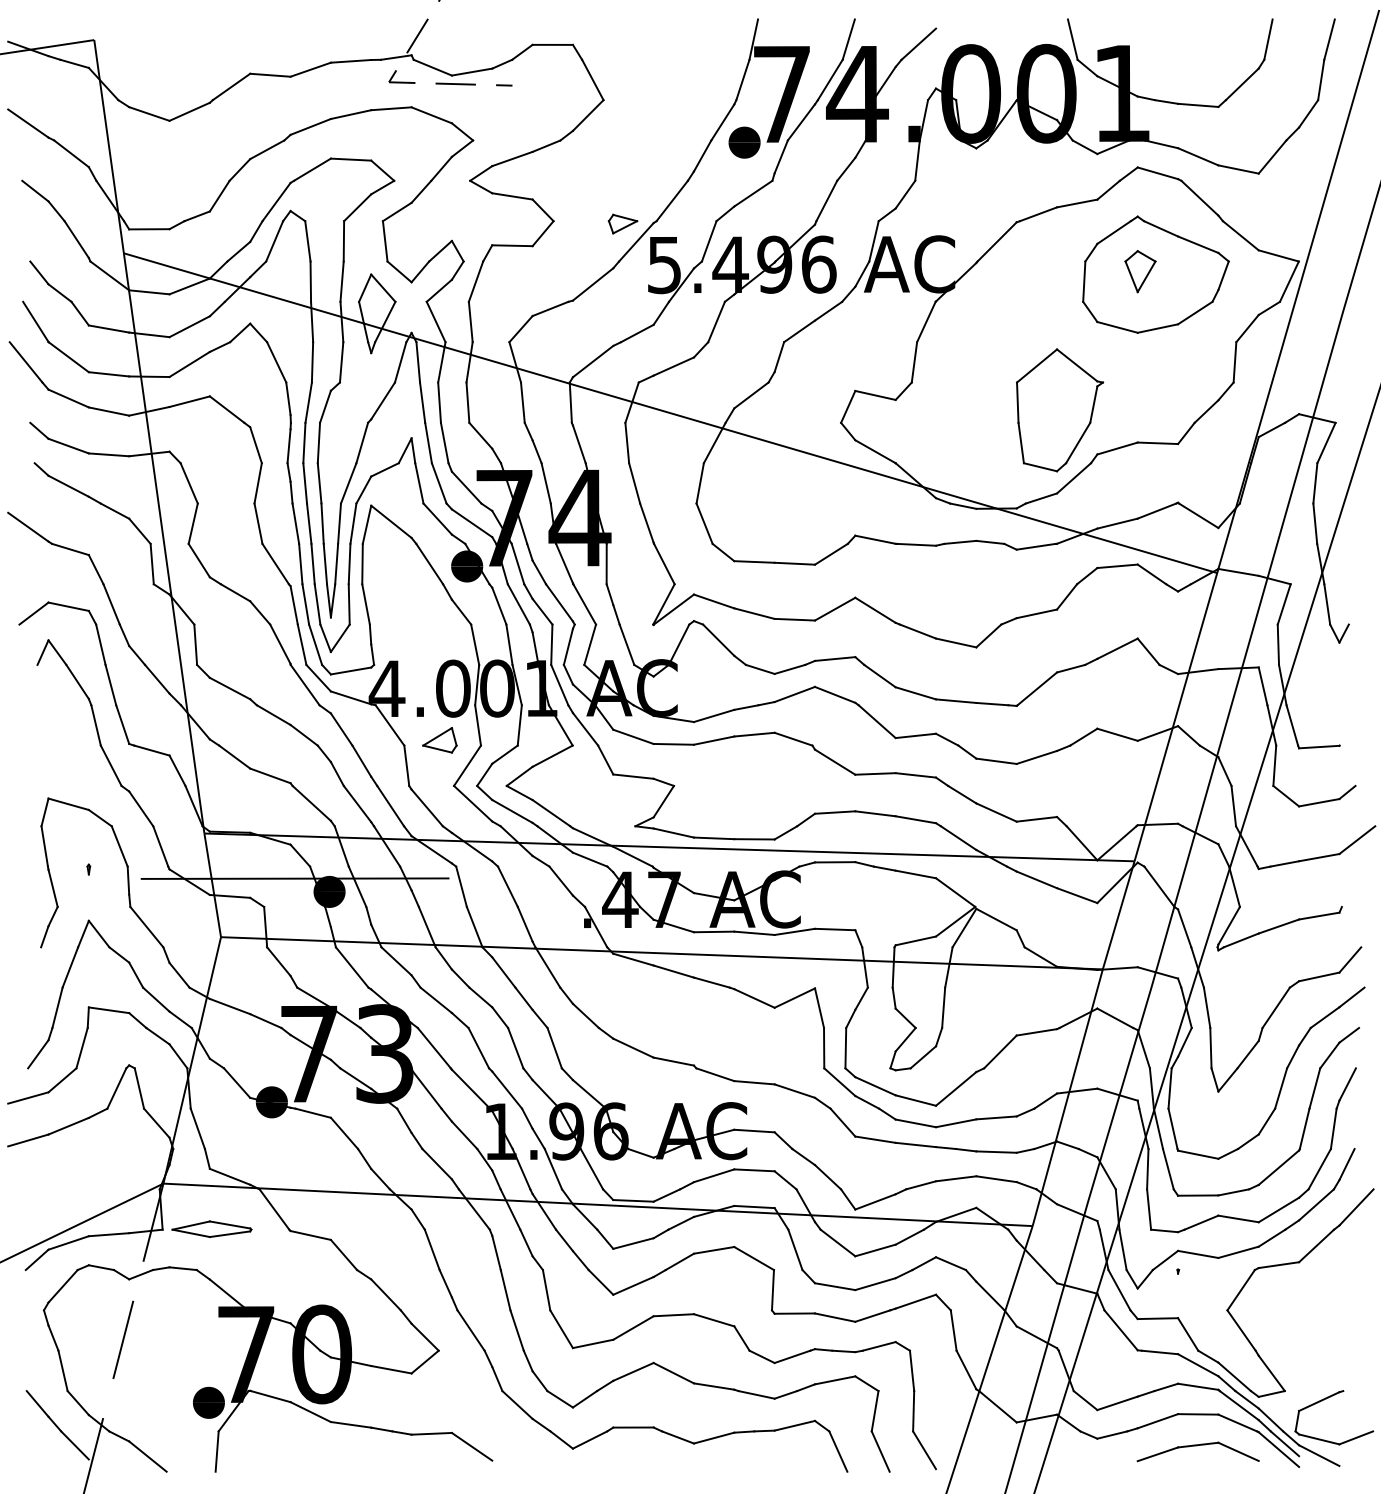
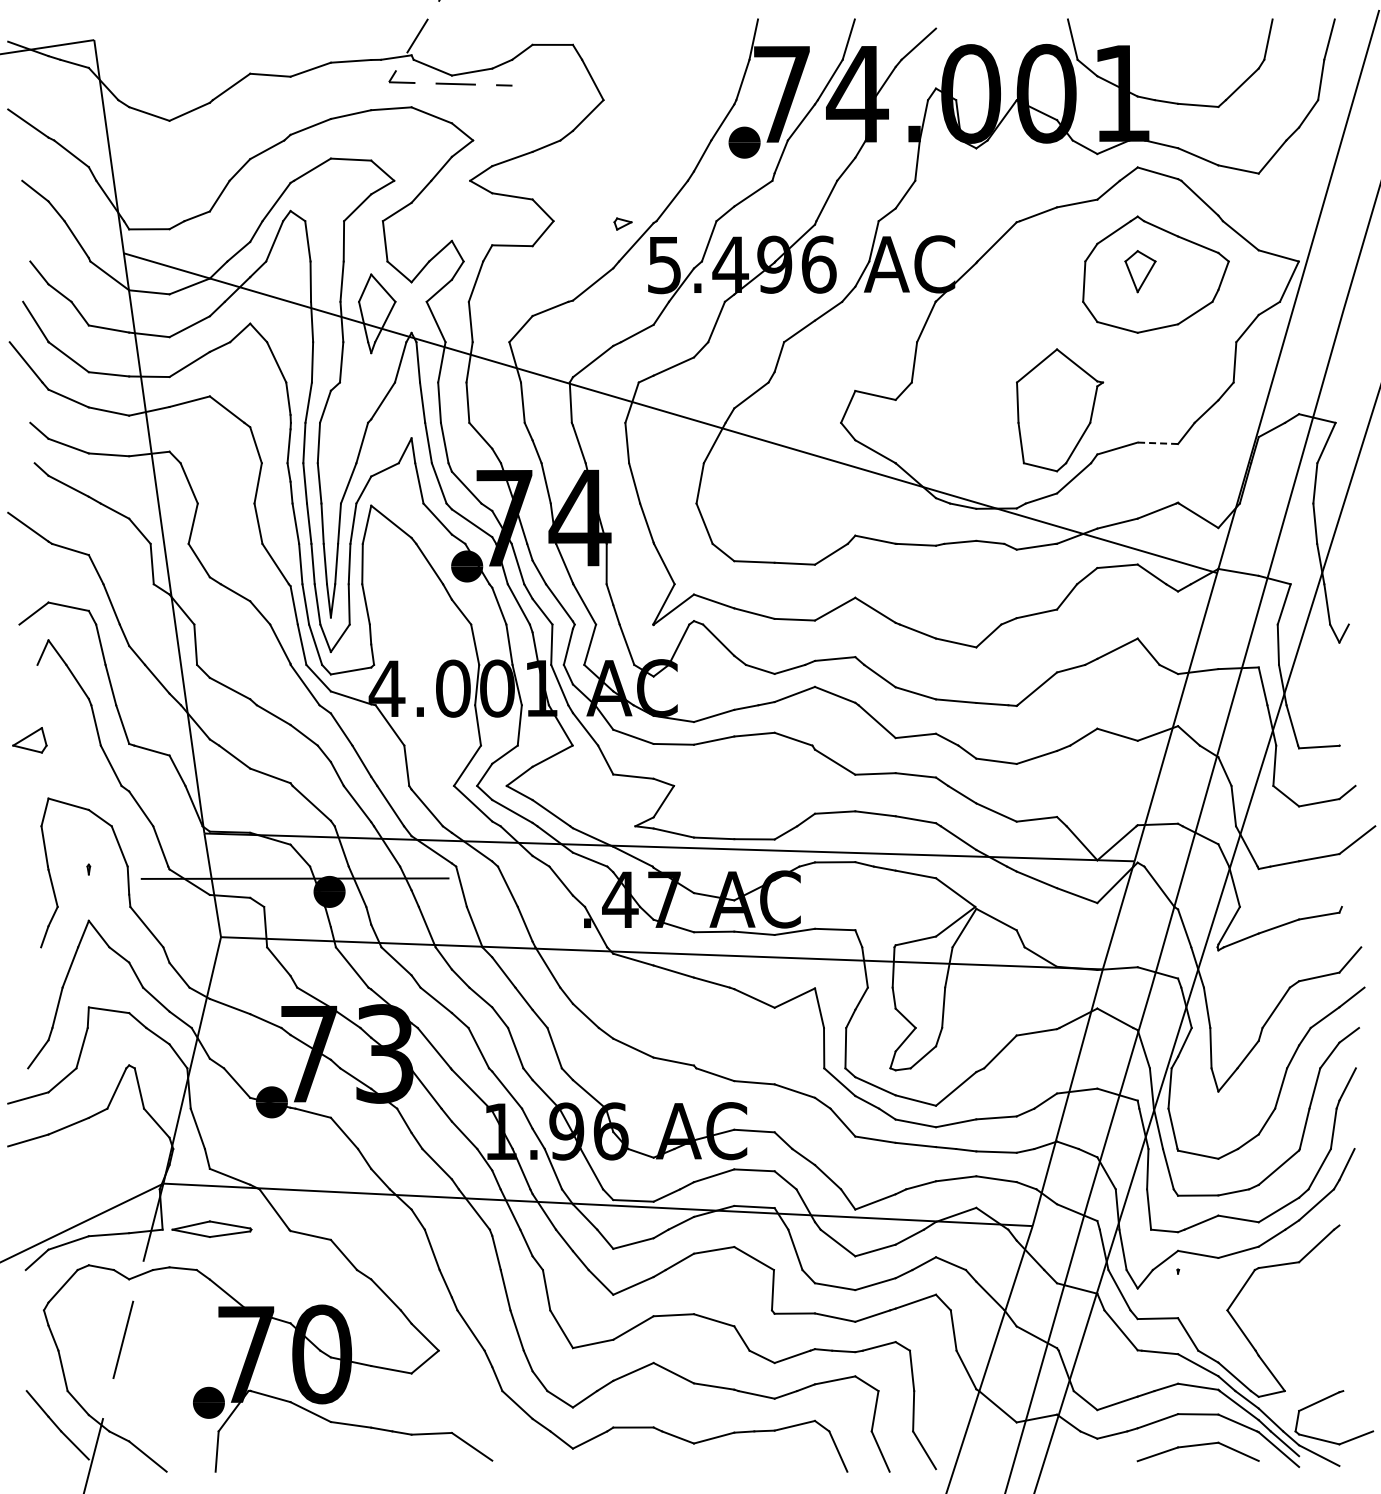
part at (622, 223) size: 32x22 px -> 20x14 px
line at (1157, 443): solid -> dashed
part at (439, 740) position: (439, 740) -> (29, 740)
line at (1356, 1207): present -> none
